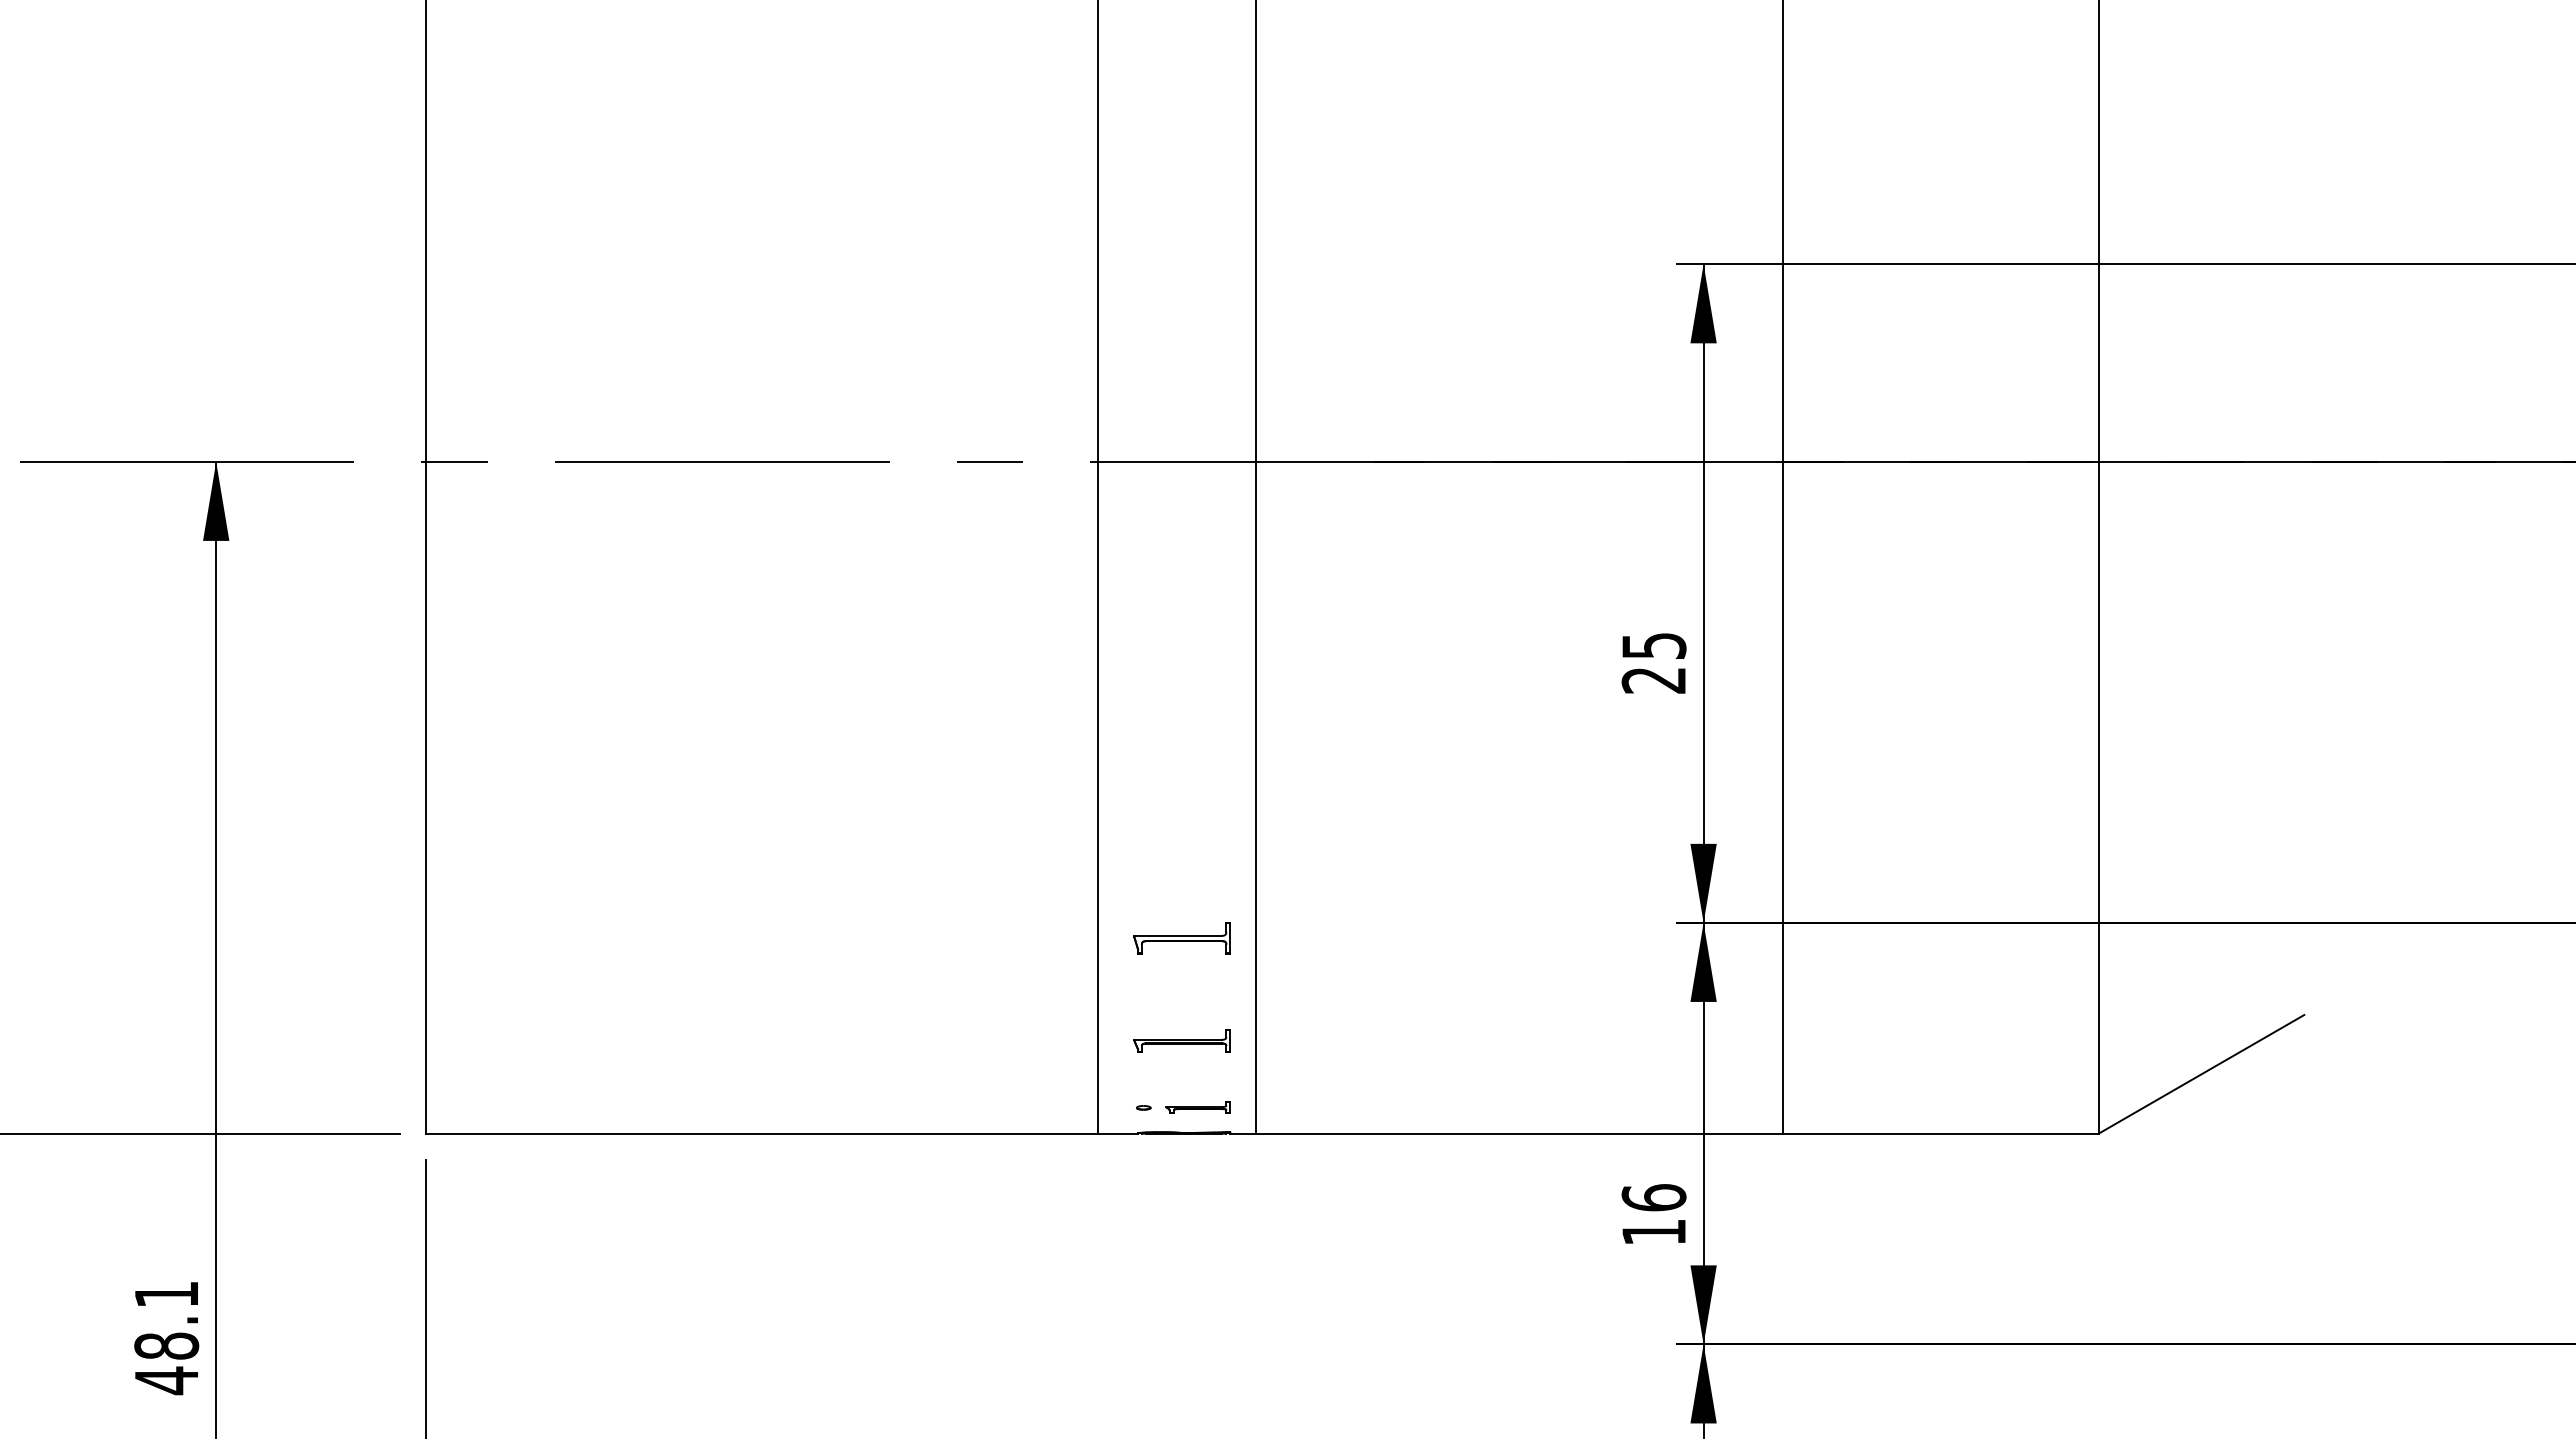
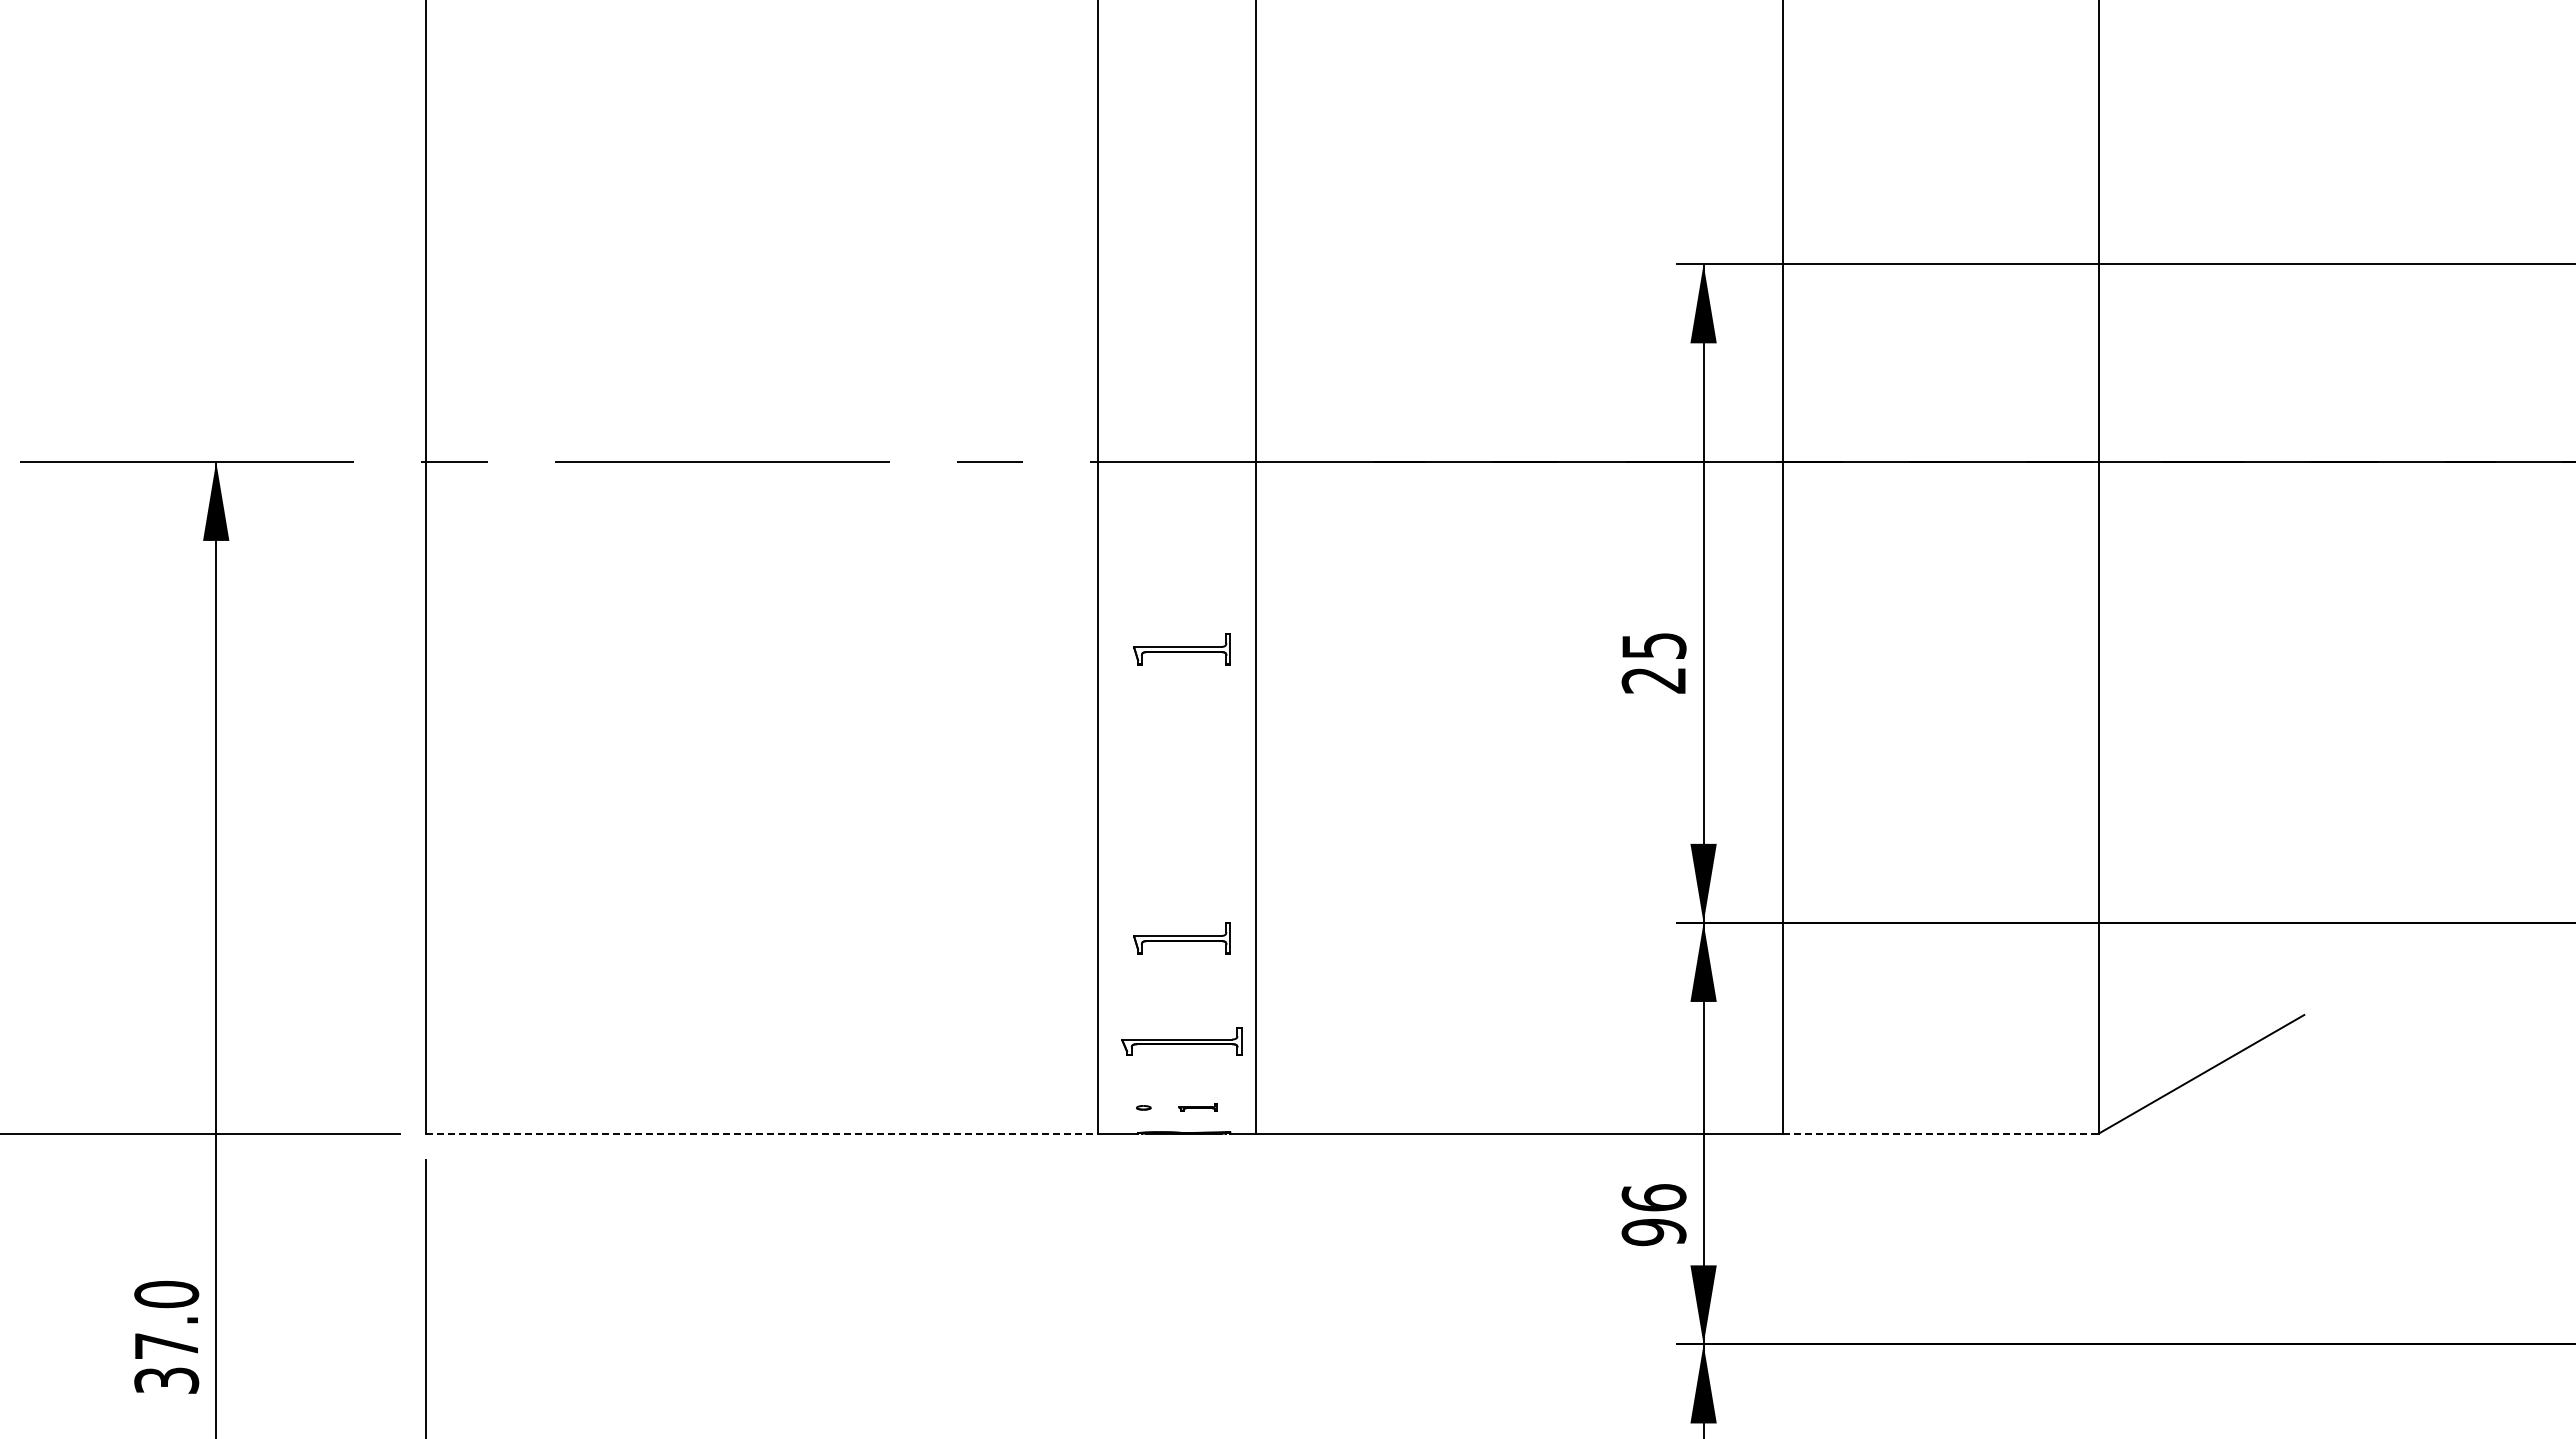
part at (1181, 649): none -> present
part at (1181, 1040) size: 98x24 px -> 122x29 px
part at (1197, 1107) size: 66x13 px -> 40x9 px
line at (761, 1133): solid -> dashed
line at (1941, 1133): solid -> dashed
text at (1653, 1232): 16 -> 96
text at (166, 1337): 48.1 -> 37.0
